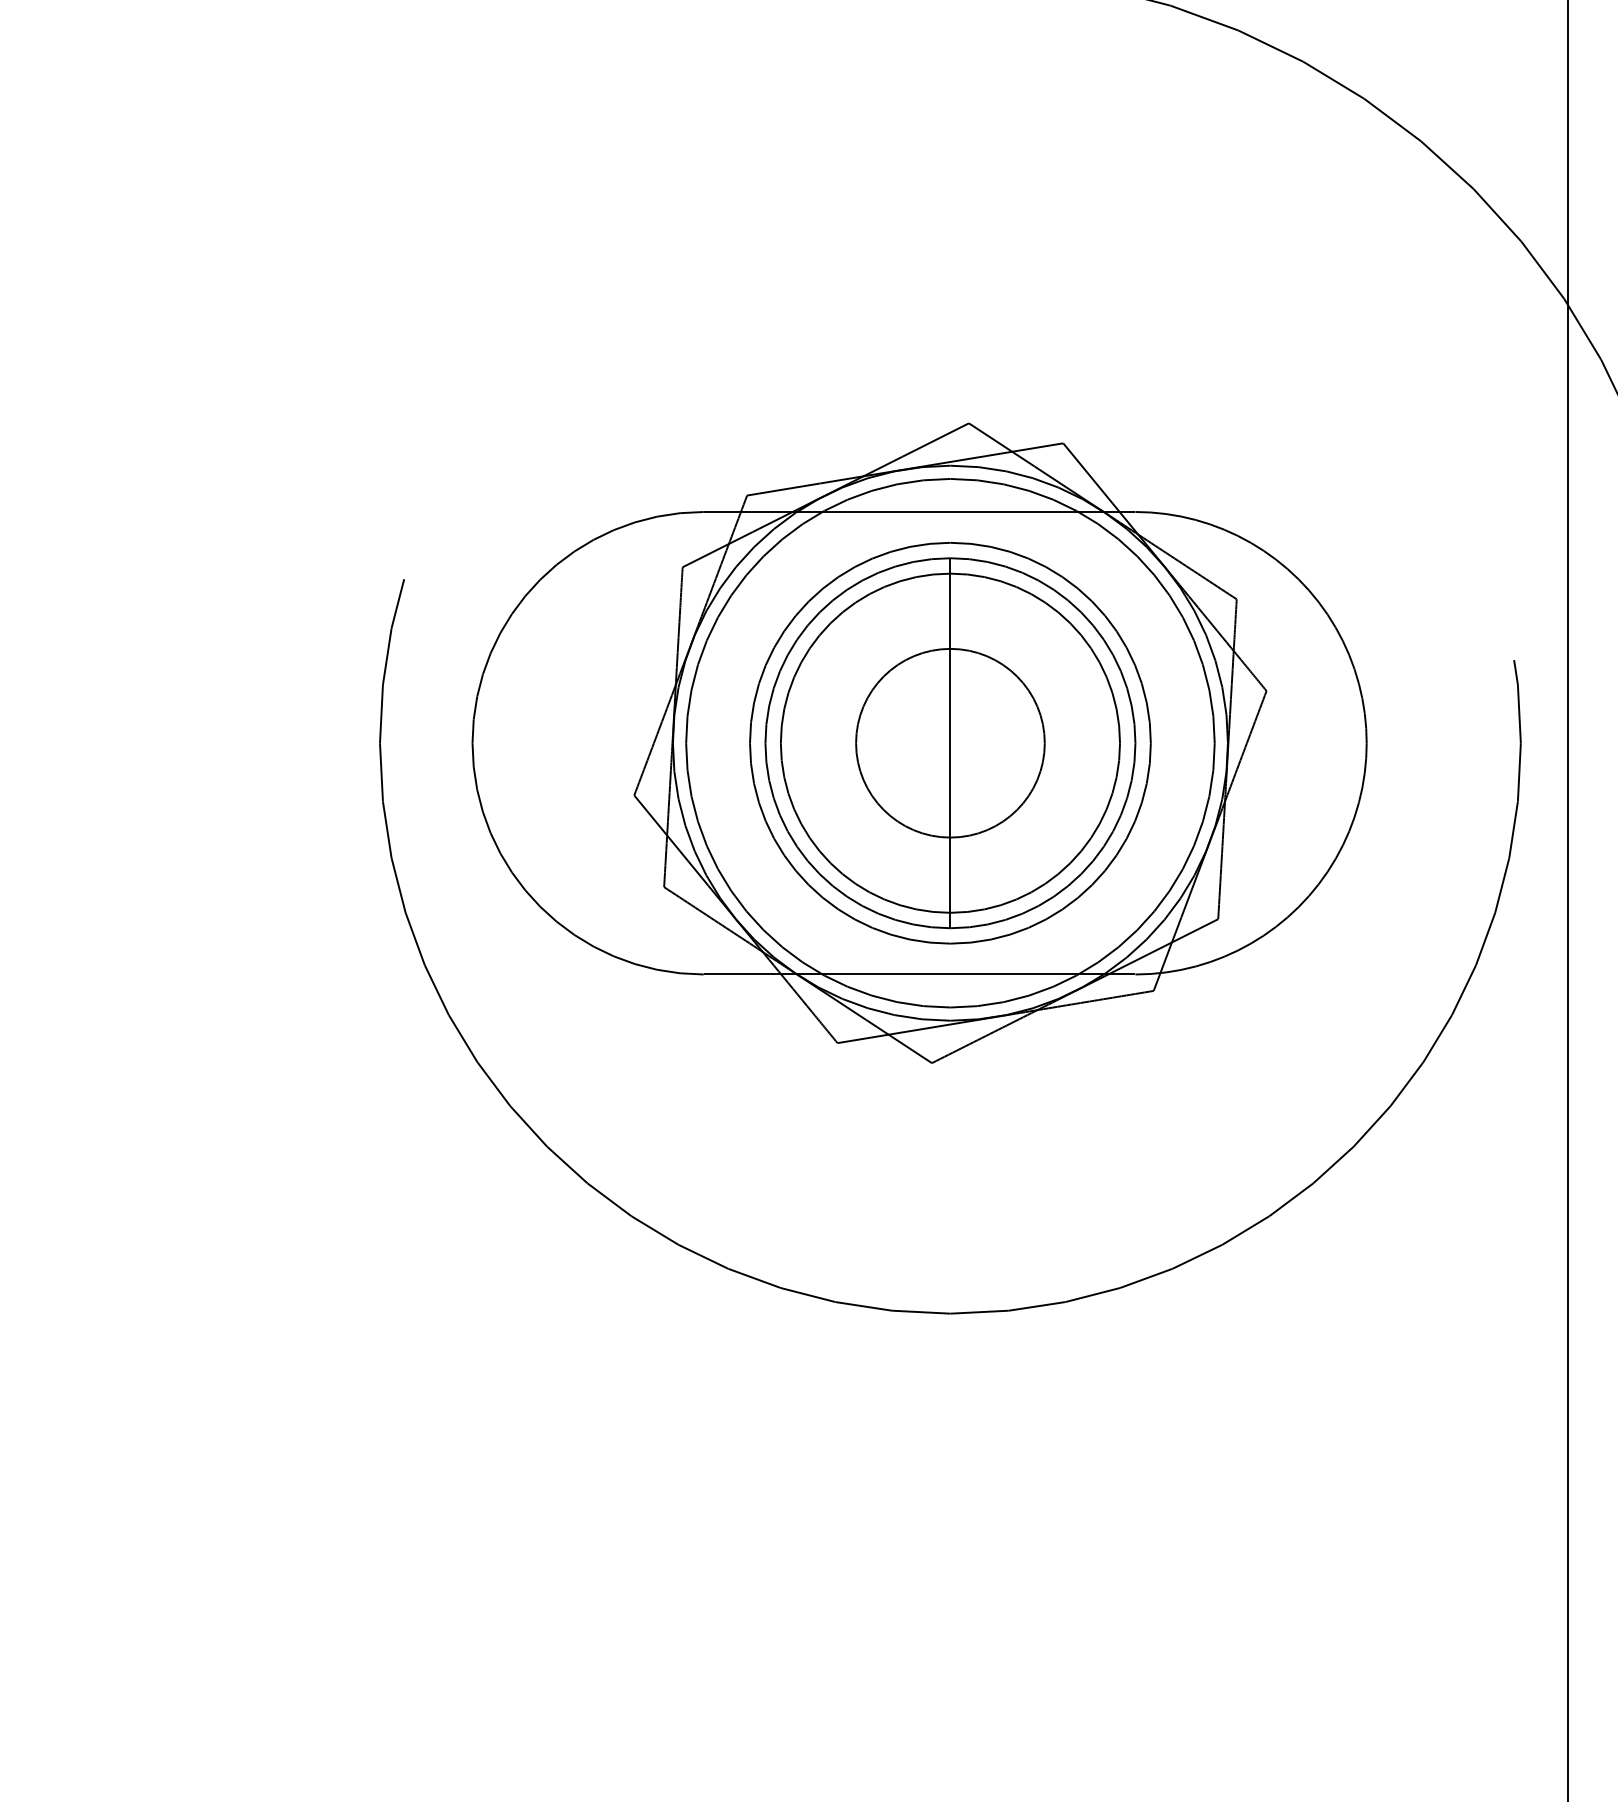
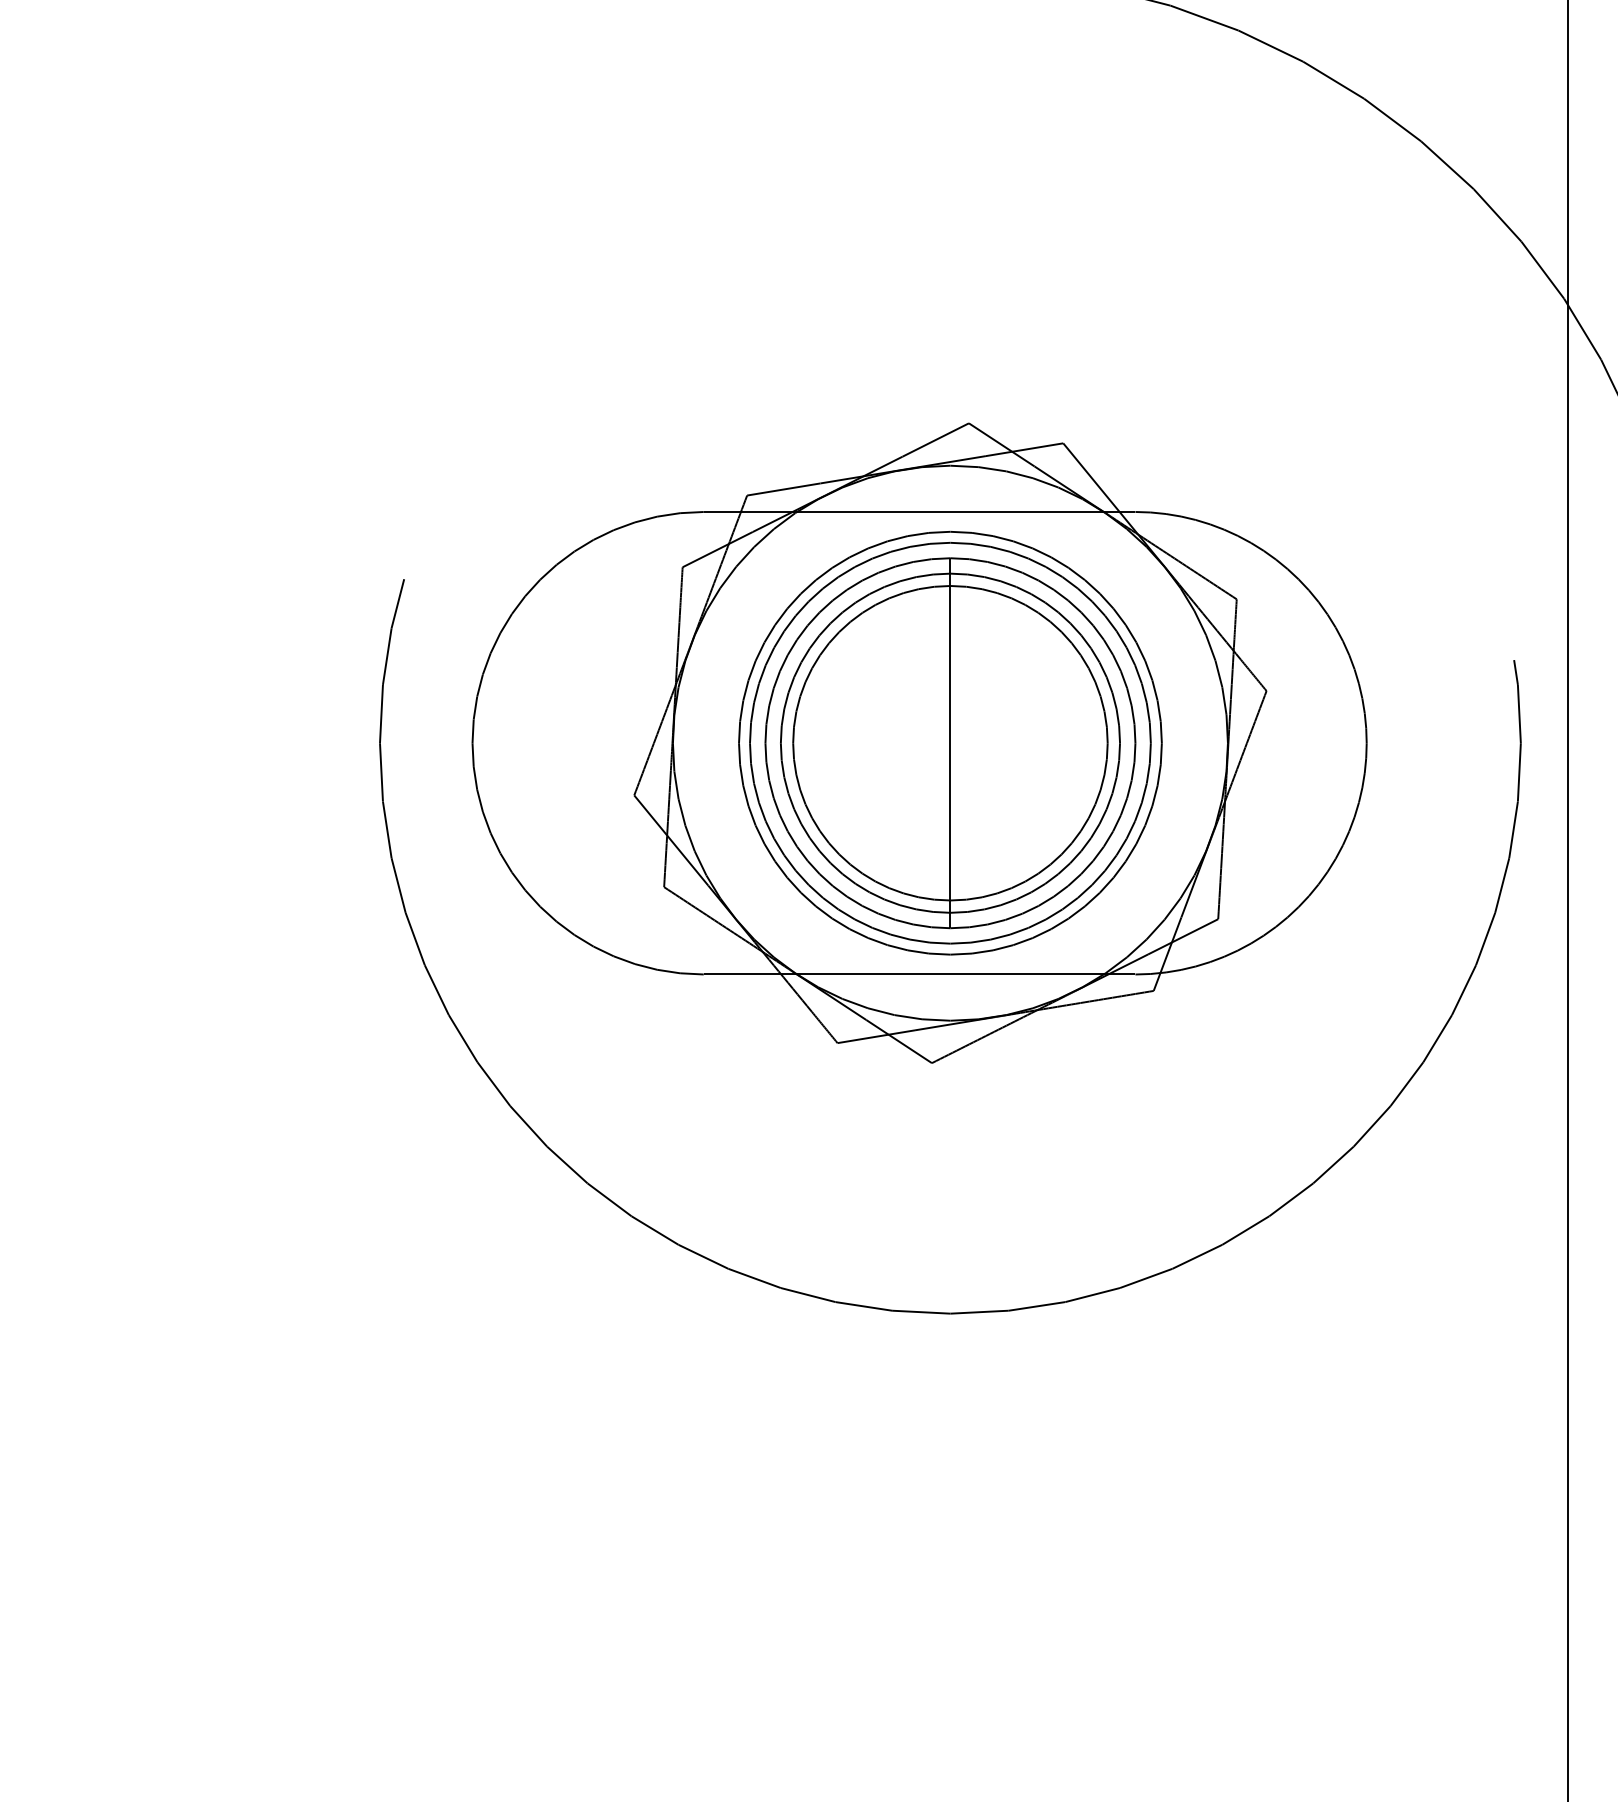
circle at (950, 742) diameter: 189 px -> 315 px
circle at (950, 742) diameter: 529 px -> 423 px
